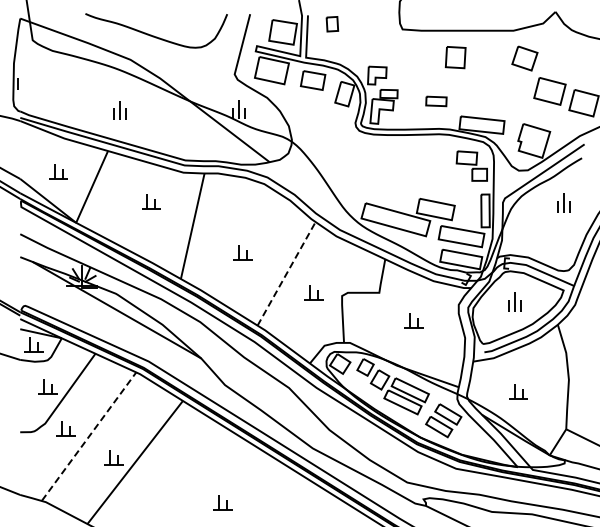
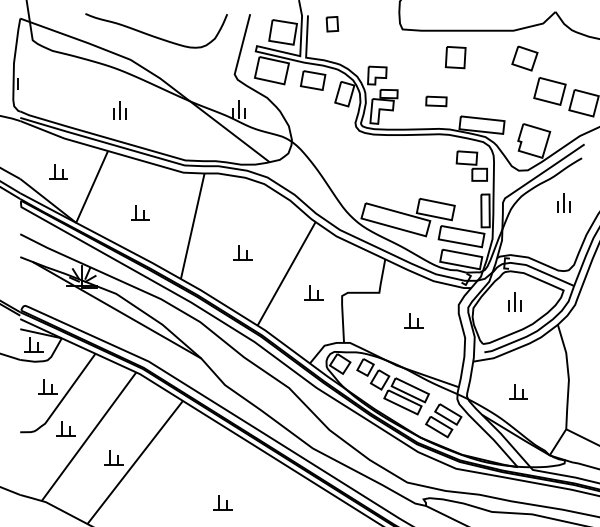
part at (151, 201) position: (151, 201) -> (140, 212)
line at (286, 273): dashed -> solid
line at (89, 436): dashed -> solid
